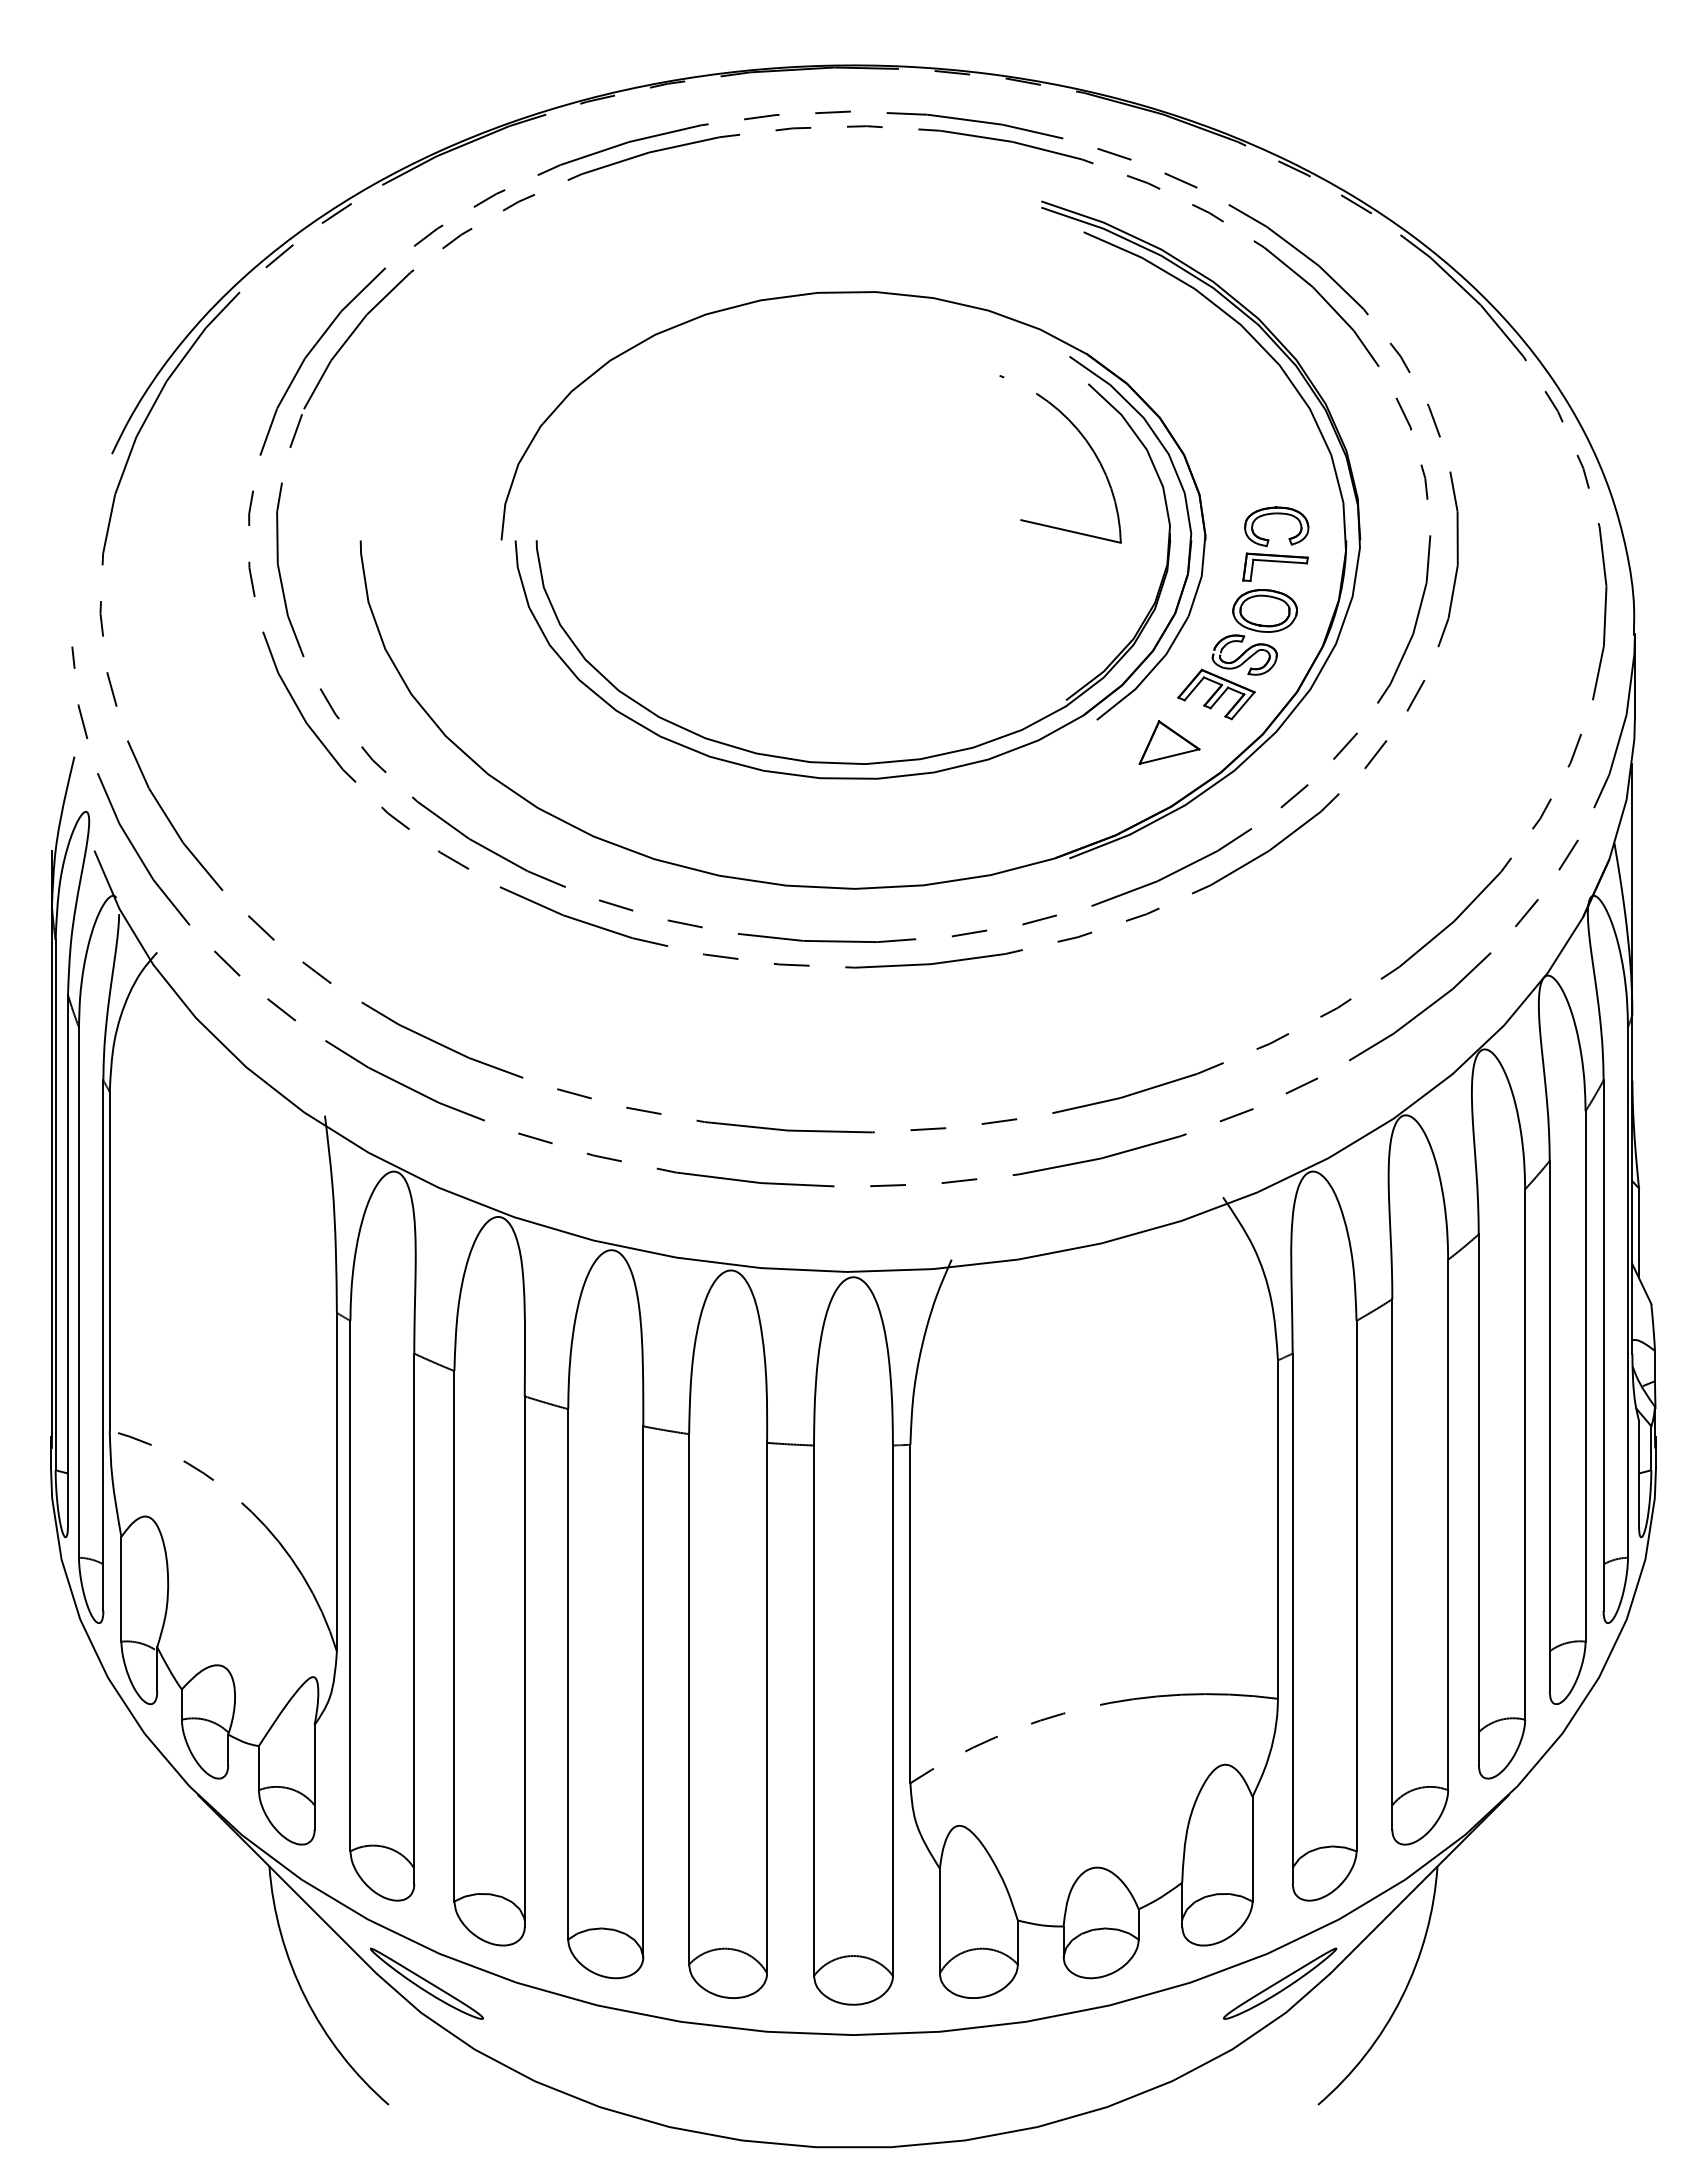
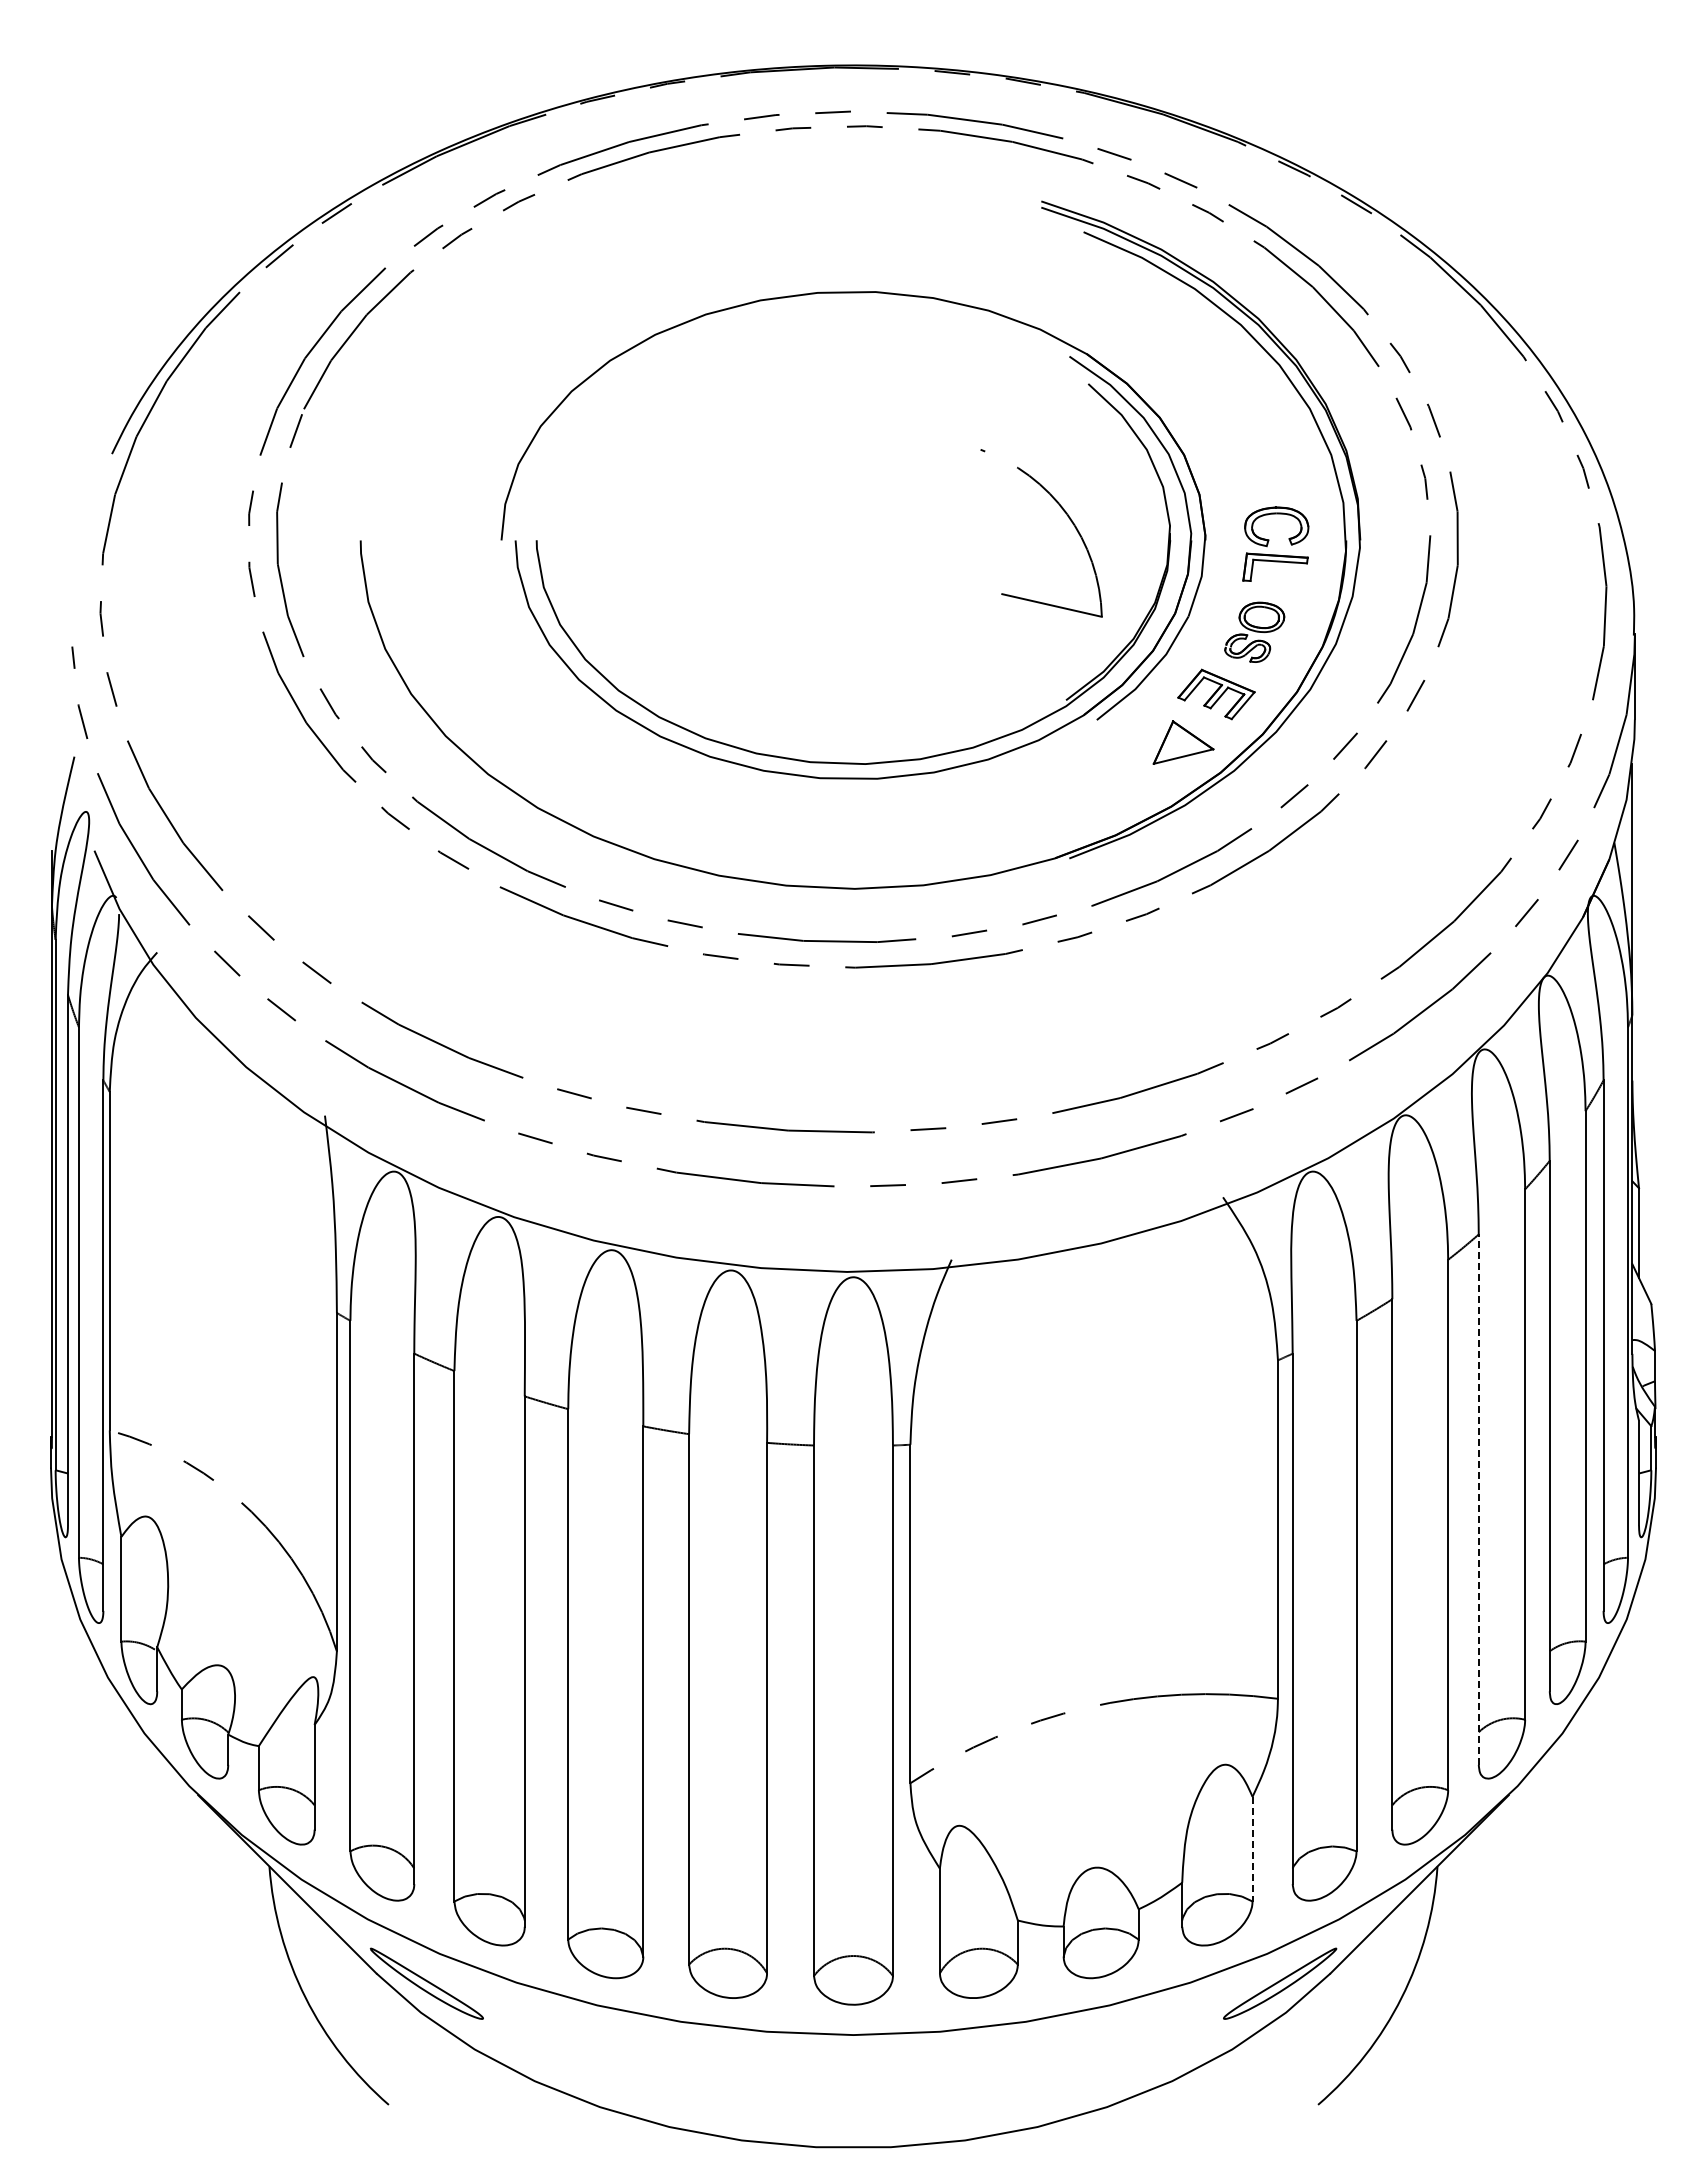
part at (1085, 441) position: (1085, 441) -> (1066, 515)
part at (1254, 632) size: 87x87 px -> 62x62 px
part at (1169, 742) position: (1169, 742) -> (1183, 742)
line at (1478, 1499): solid -> dashed
line at (1252, 1849): solid -> dashed
